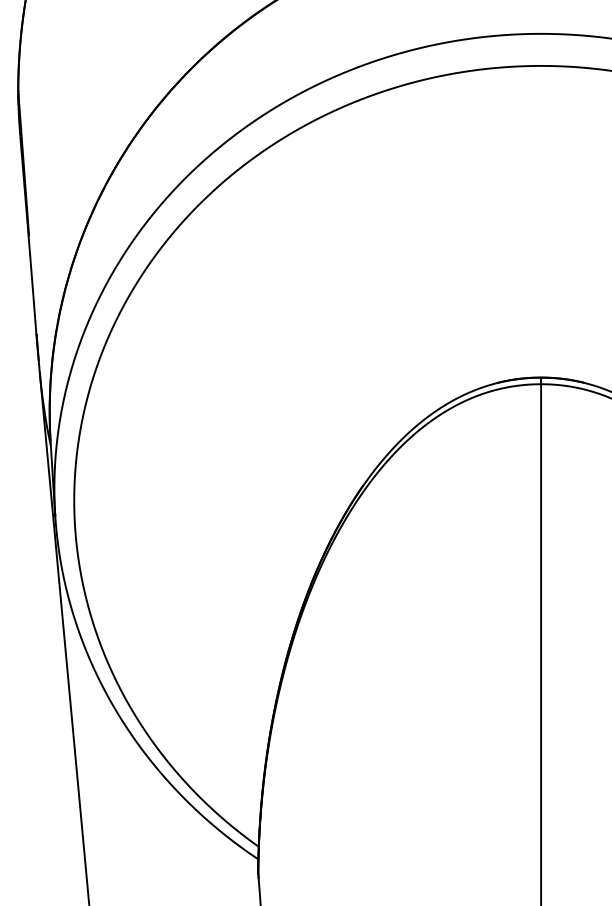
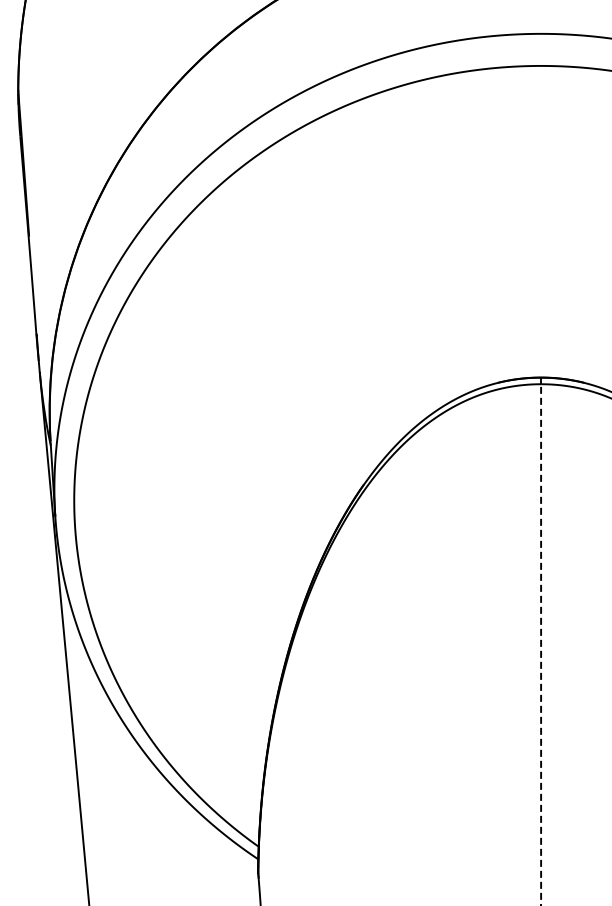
line at (541, 644): solid -> dashed
